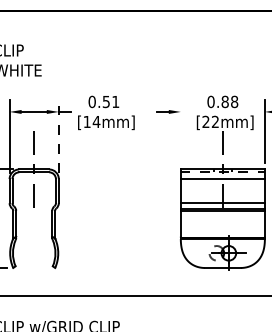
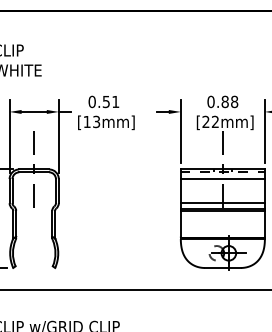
text at (96, 121): [14mm] -> [13mm]
line at (180, 131): none -> present
line at (58, 136): dashed -> solid
line at (135, 296) position: (135, 296) -> (135, 290)
